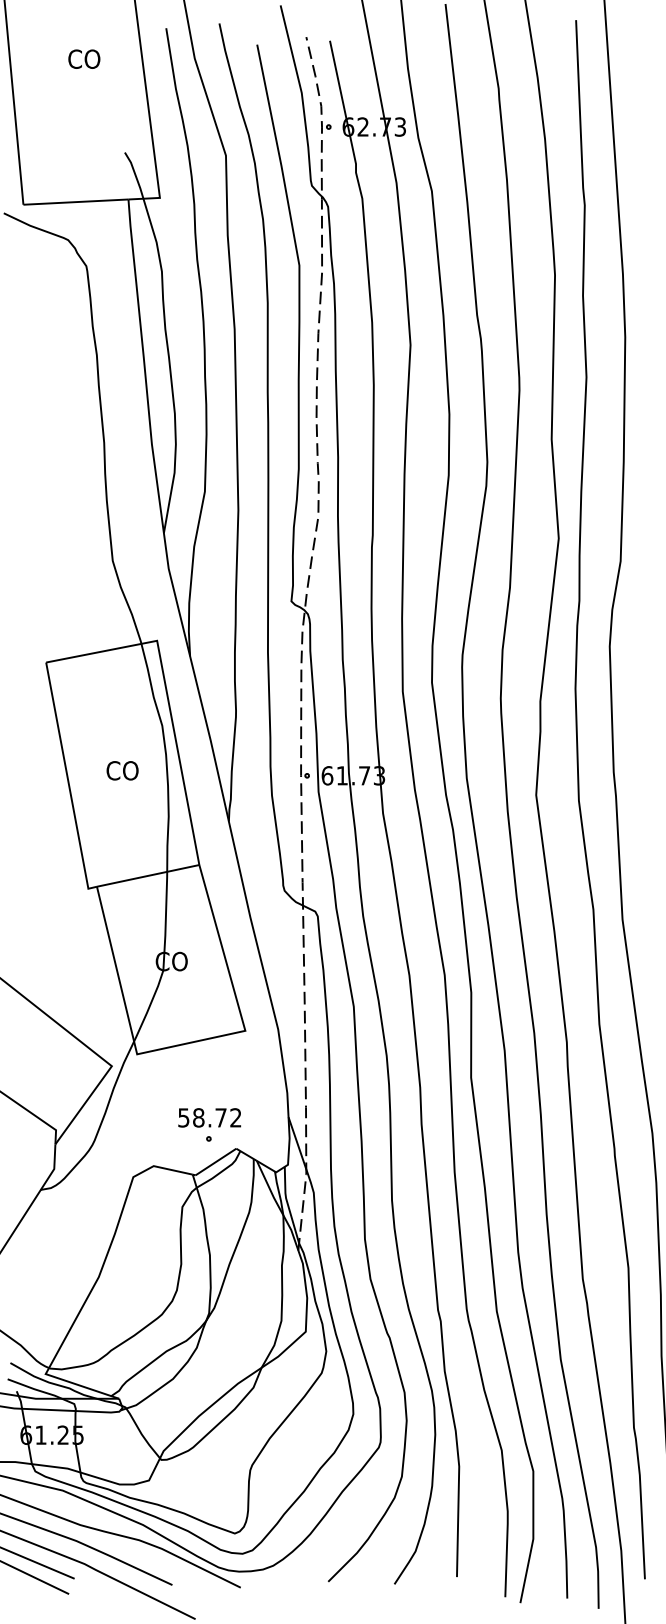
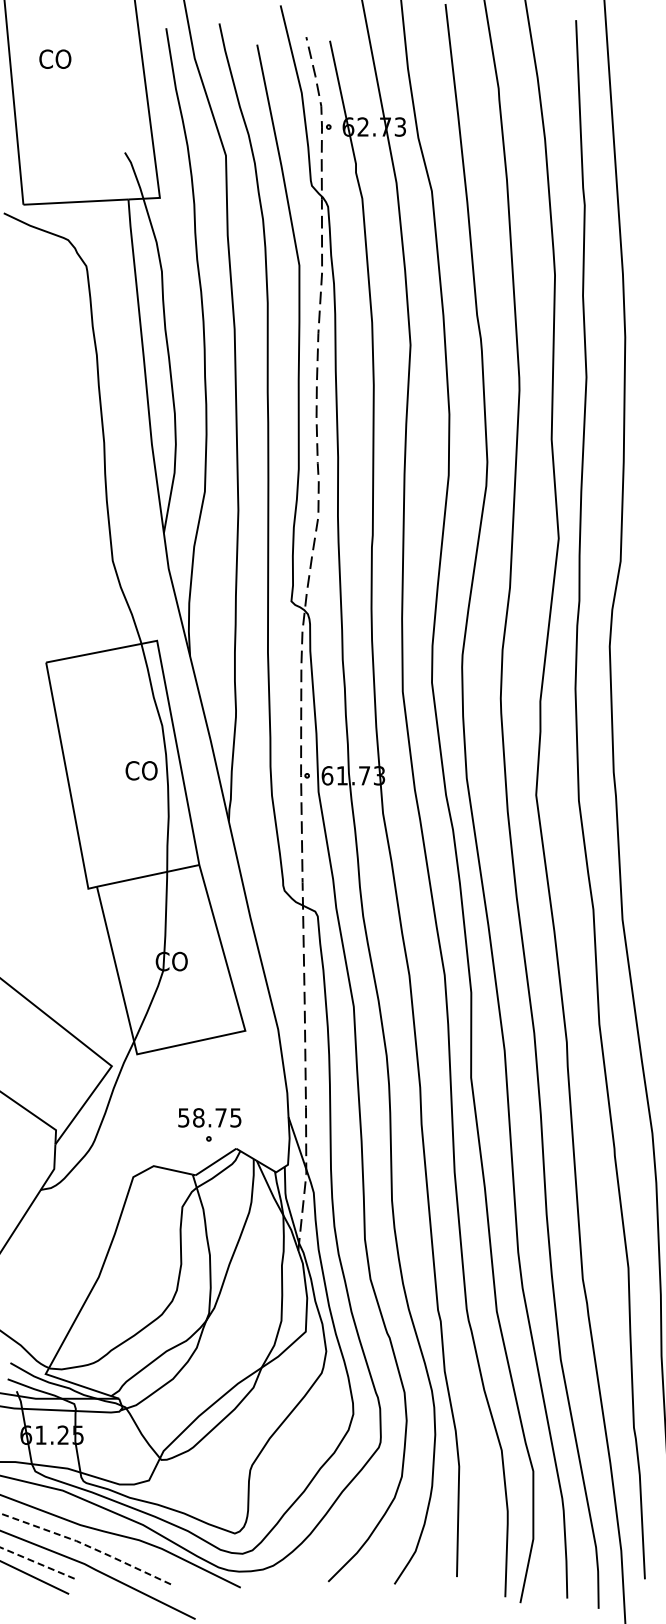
text at (84, 58) position: (84, 58) -> (55, 58)
text at (122, 770) position: (122, 770) -> (141, 770)
text at (235, 1117): 58.72 -> 58.75
line at (88, 1546): solid -> dashed
line at (36, 1562): solid -> dashed
